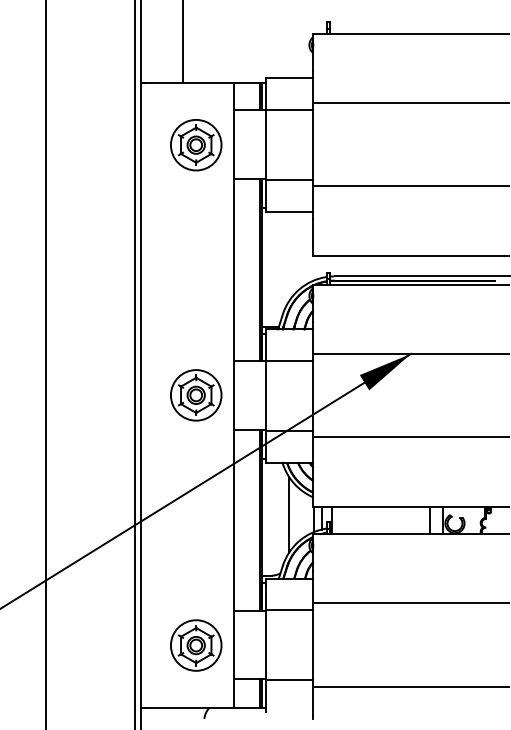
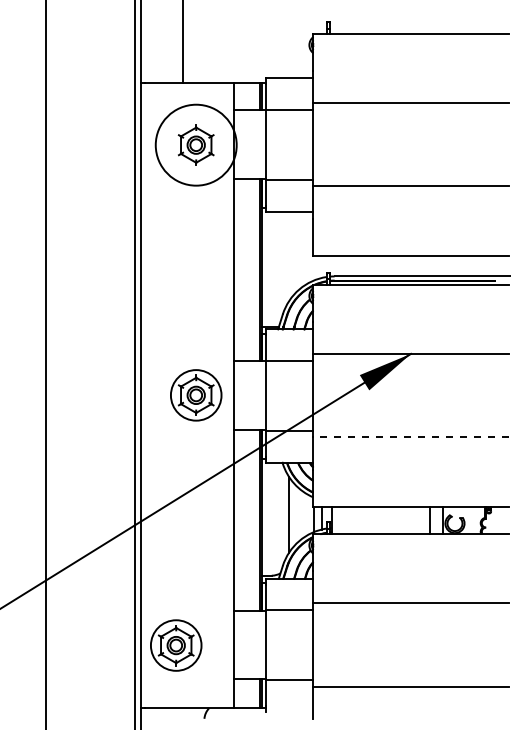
circle at (195, 144) diameter: 51 px -> 81 px
line at (411, 437): solid -> dashed
part at (196, 645) position: (196, 645) -> (176, 645)
